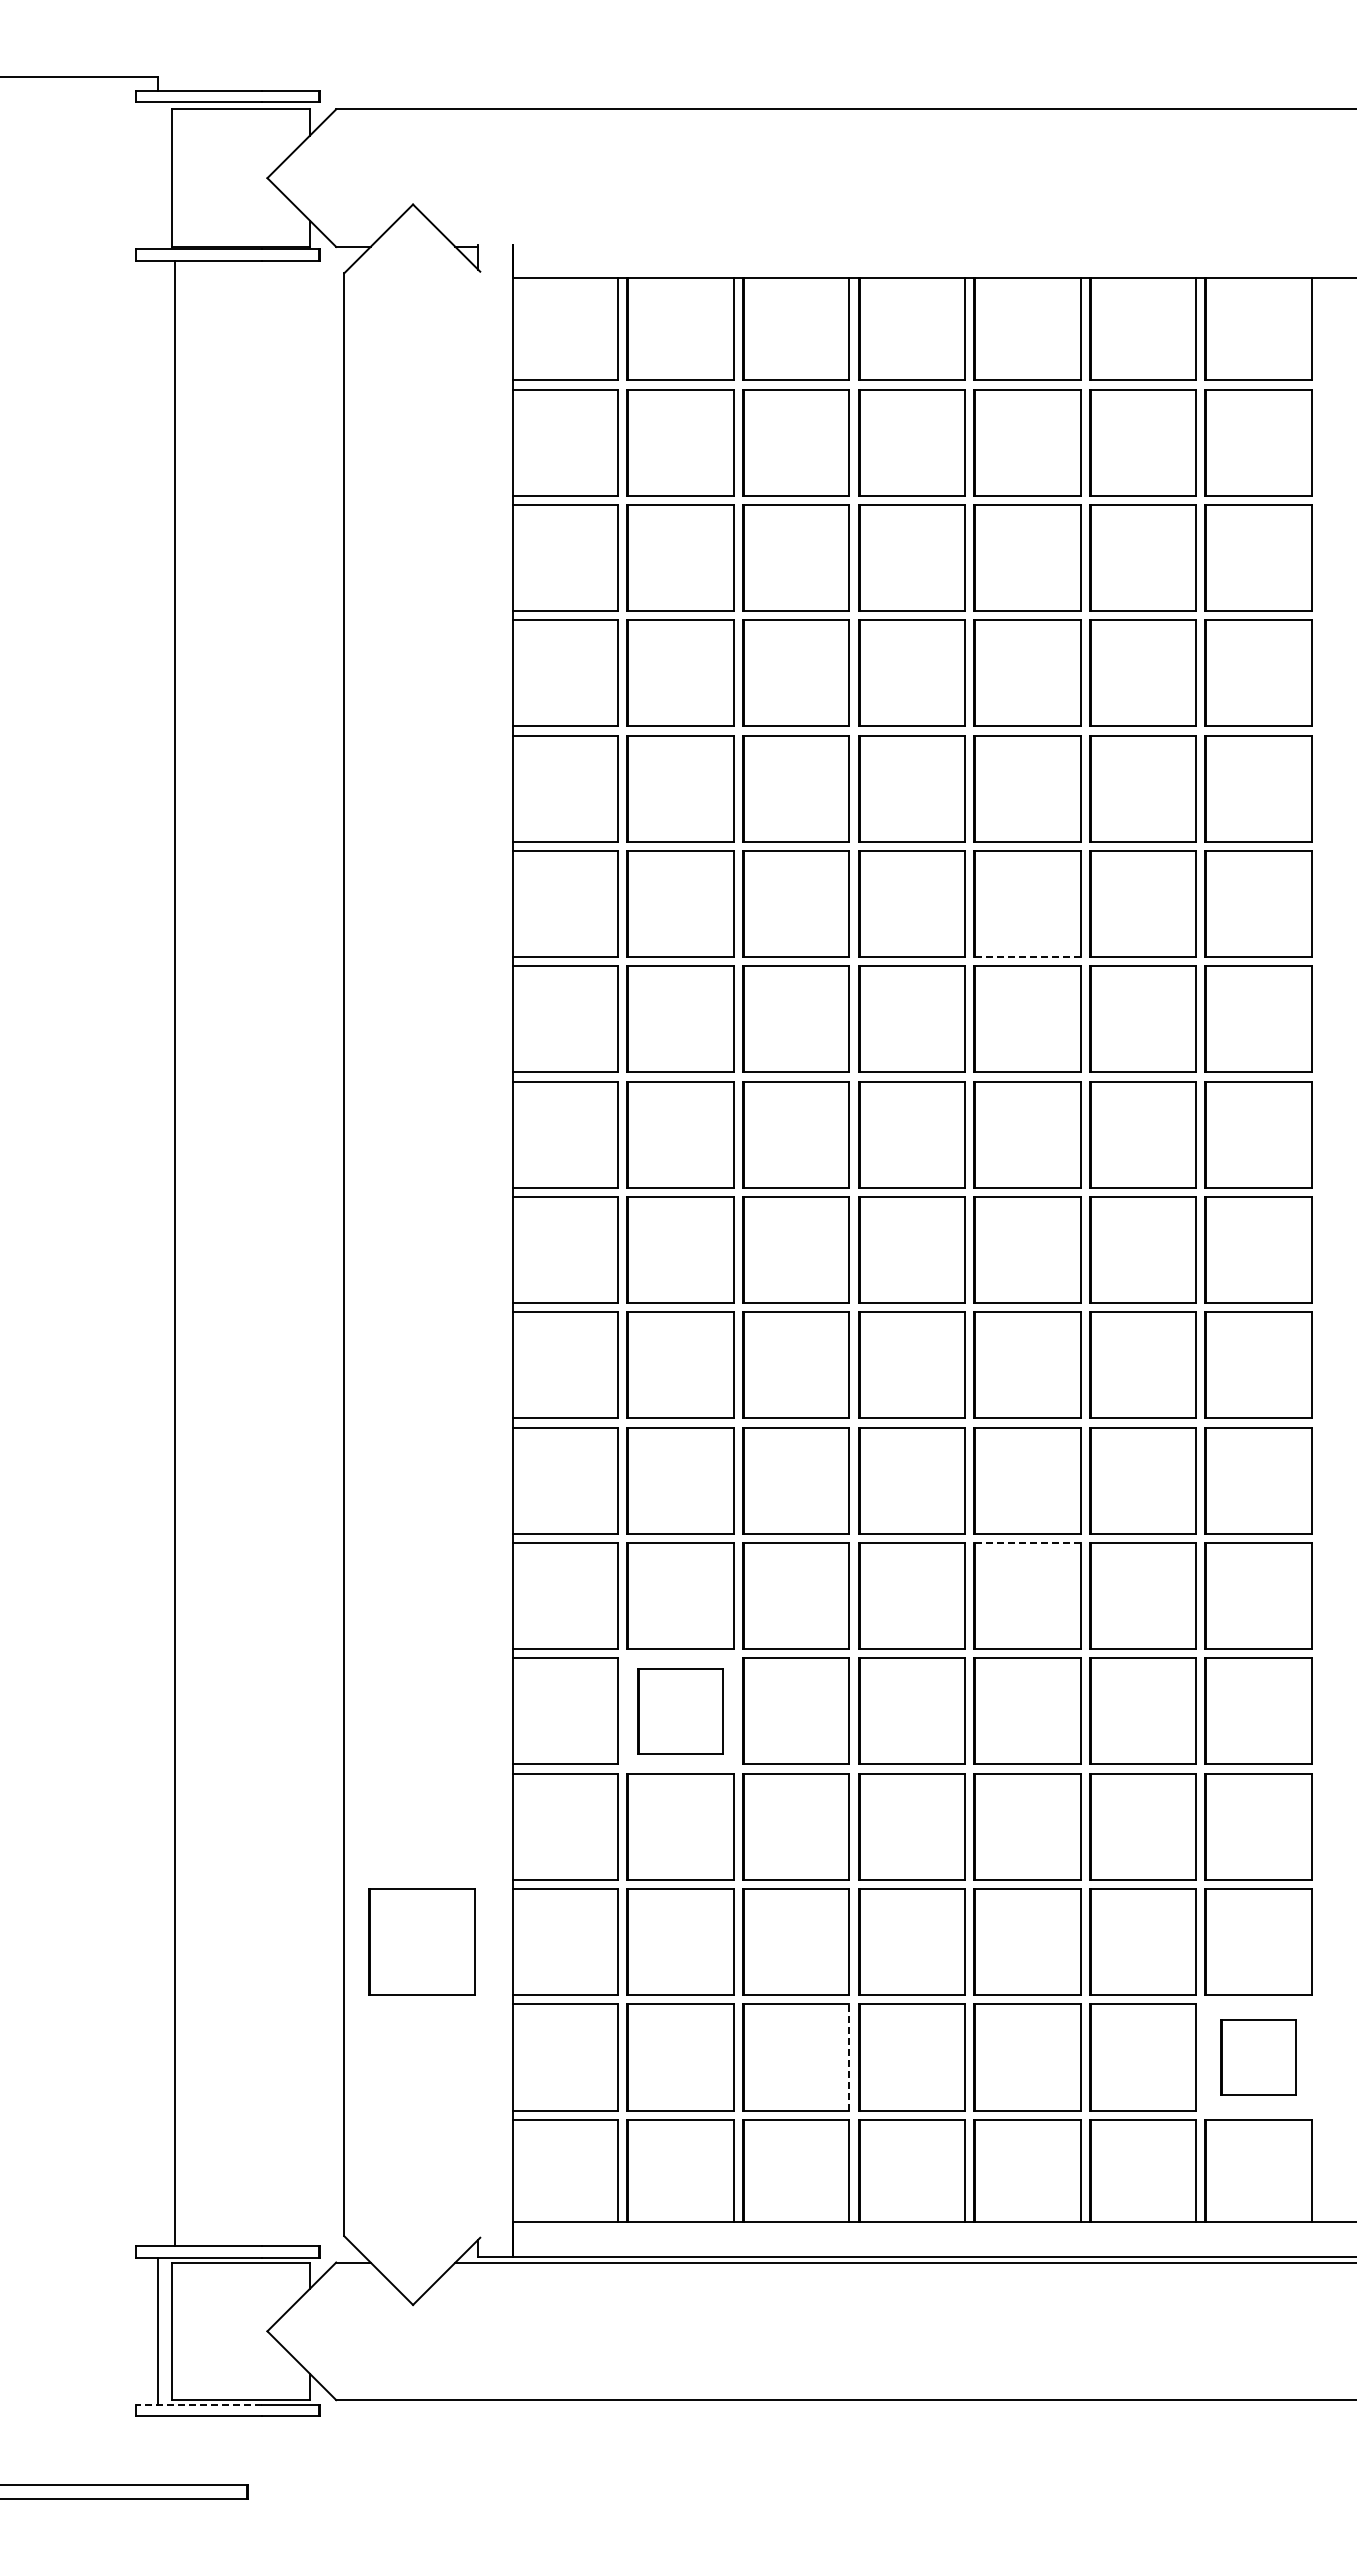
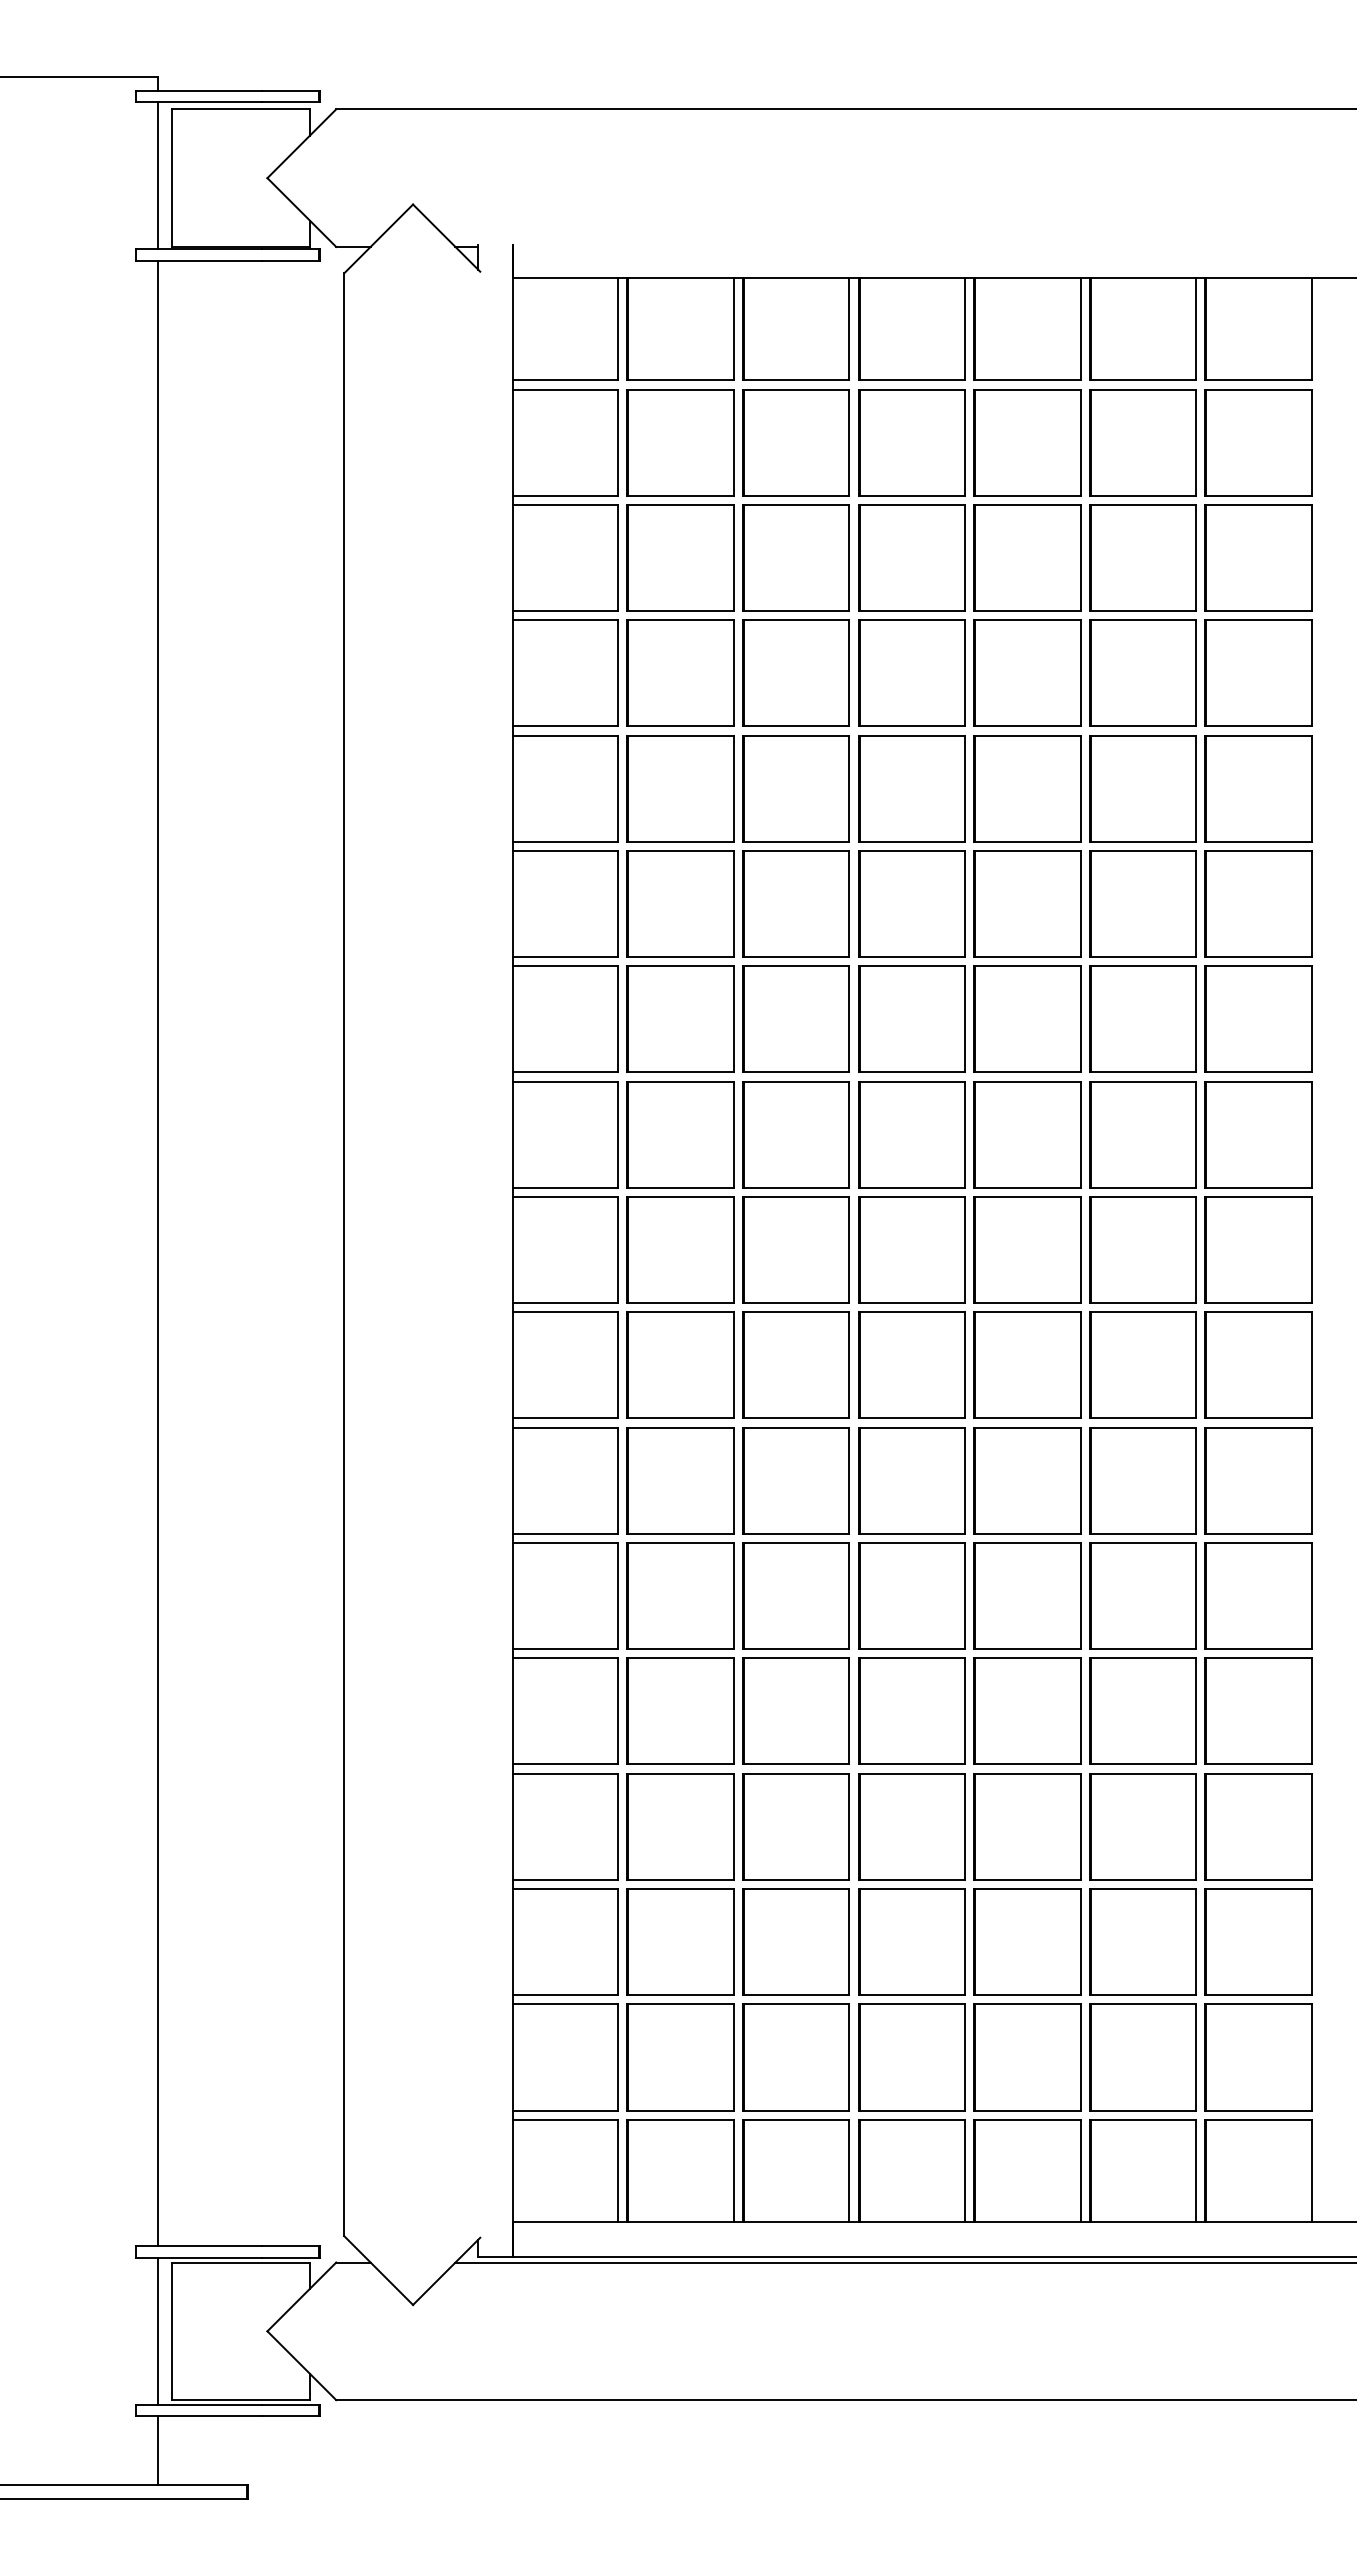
line at (157, 175): none -> present
line at (1026, 957): dashed -> solid
line at (174, 1253) position: (174, 1253) -> (157, 1253)
line at (1026, 1542): dashed -> solid
part at (680, 1711) size: 87x87 px -> 109x108 px
part at (421, 1941): present -> none
line at (849, 2056): dashed -> solid
part at (1258, 2057) size: 77x77 px -> 109x109 px
line at (198, 2404): dashed -> solid
line at (157, 2450): none -> present
